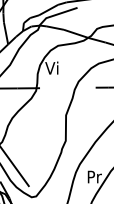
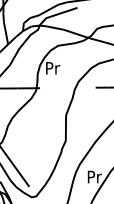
text at (52, 67): Vi -> Pr
